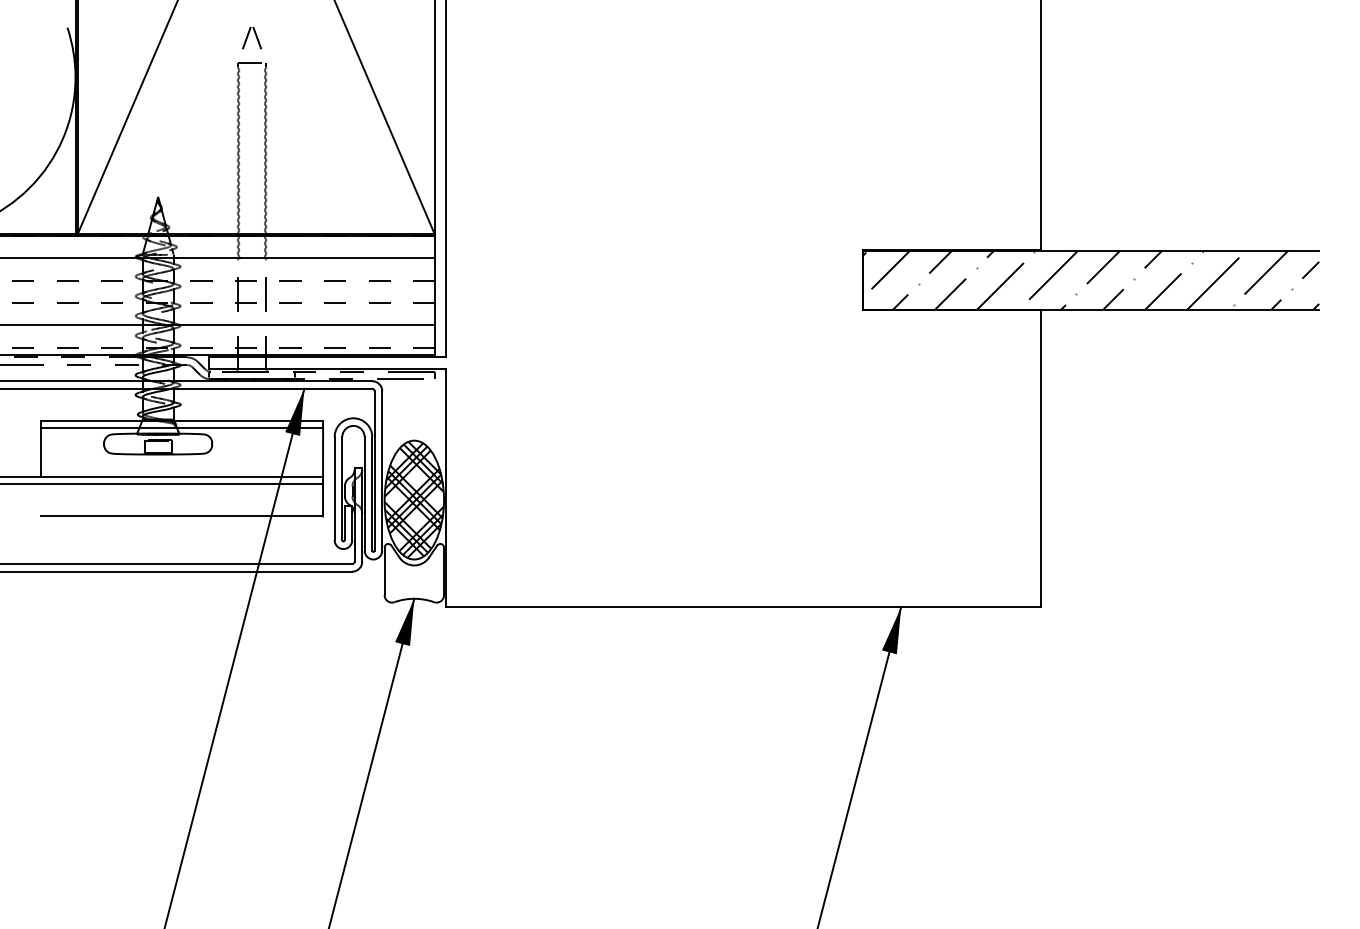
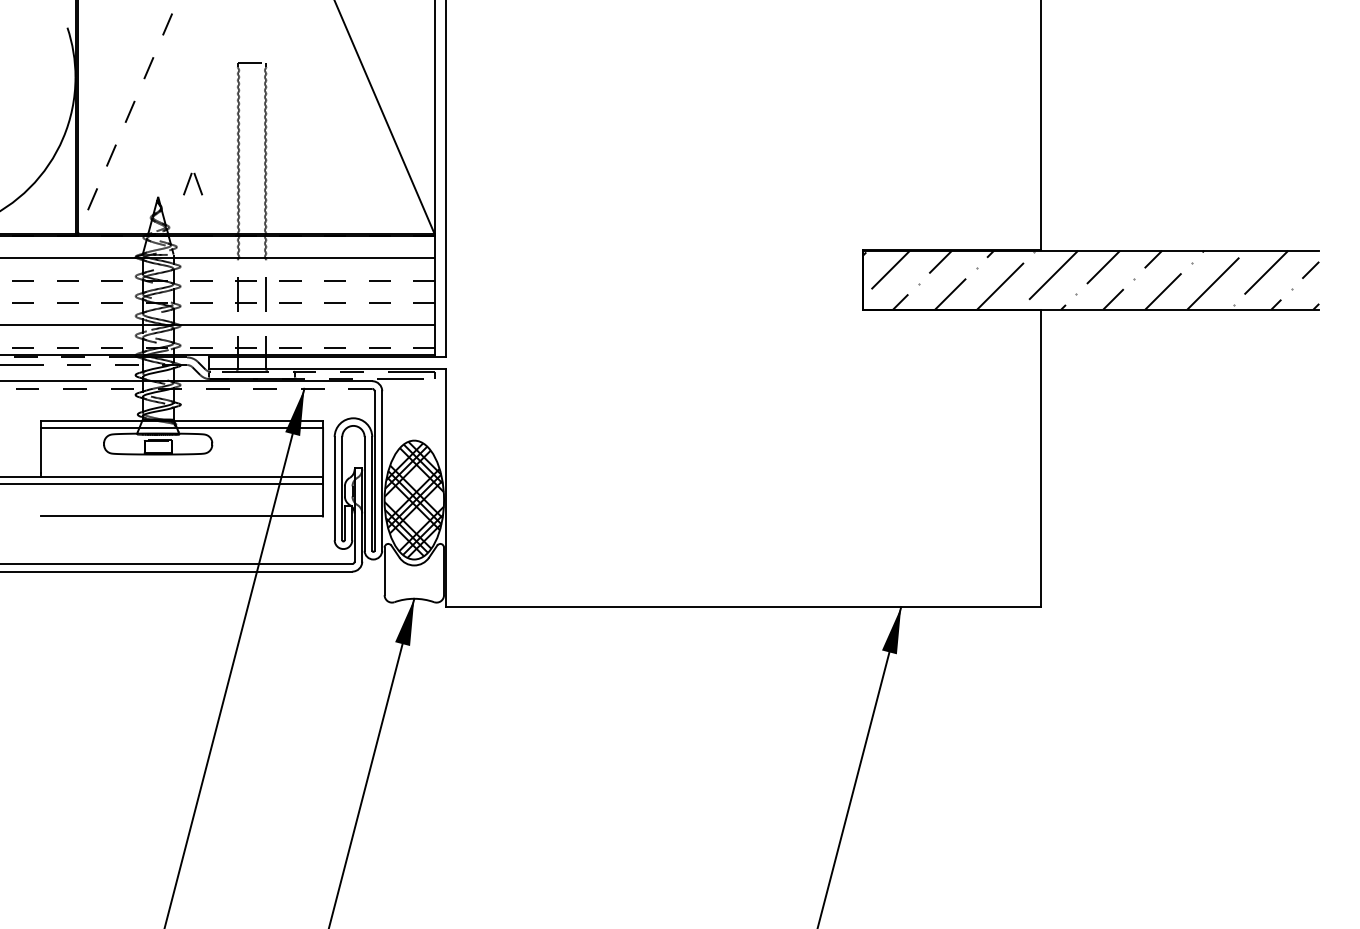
part at (252, 37) position: (252, 37) -> (193, 183)
line at (127, 117): solid -> dashed
line at (186, 388): solid -> dashed
